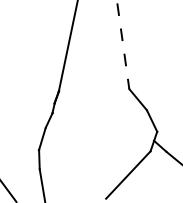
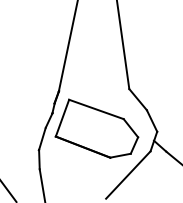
line at (123, 45): dashed -> solid
part at (96, 128): none -> present
